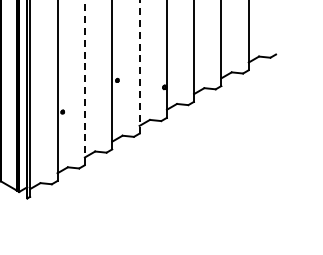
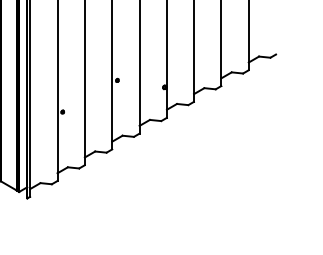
line at (139, 66): dashed -> solid
line at (84, 82): dashed -> solid
